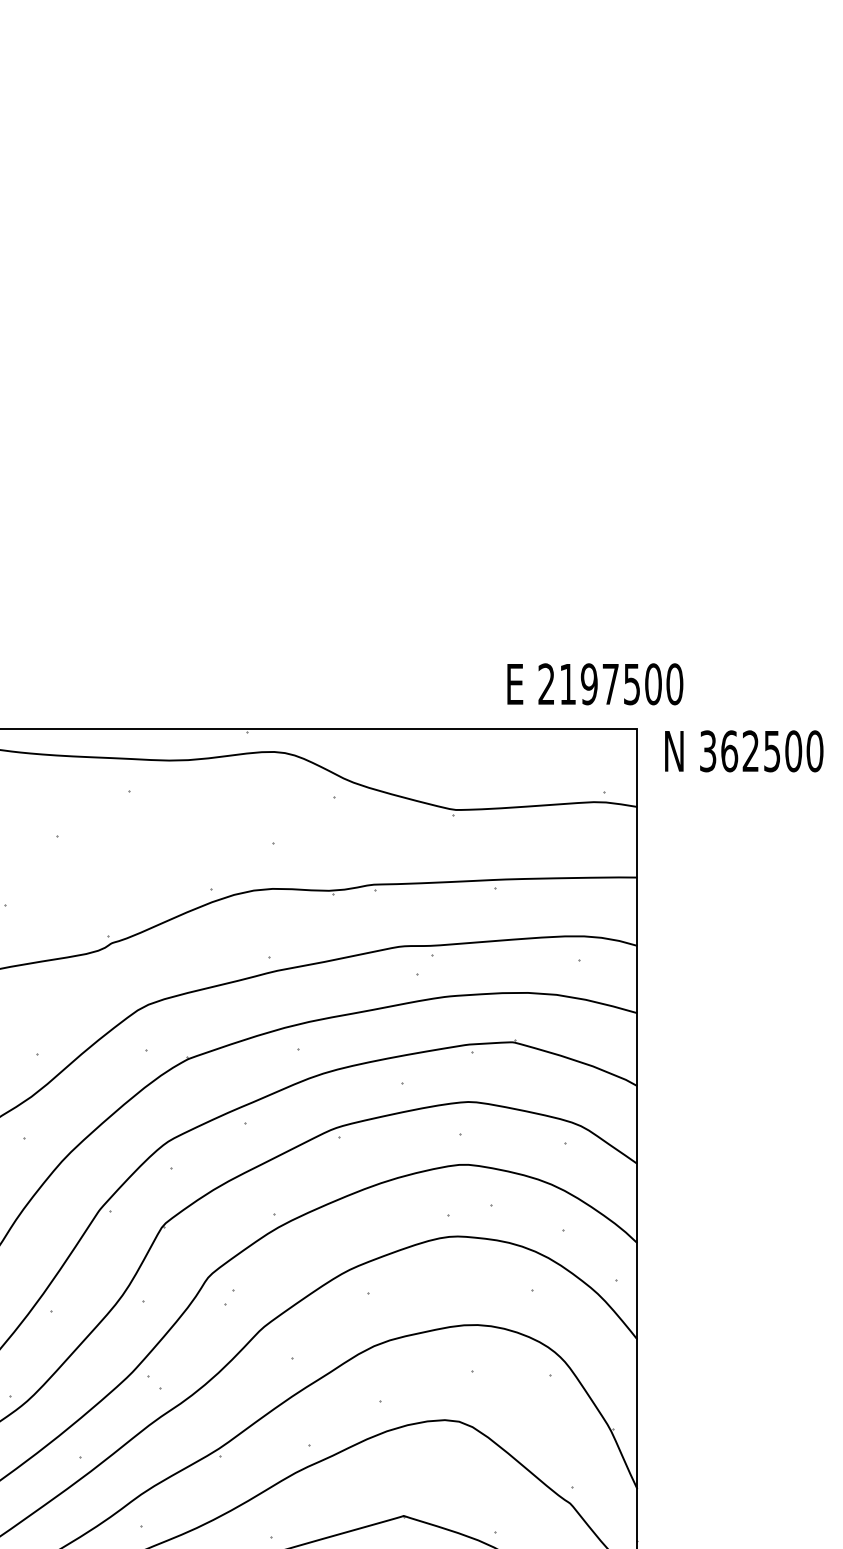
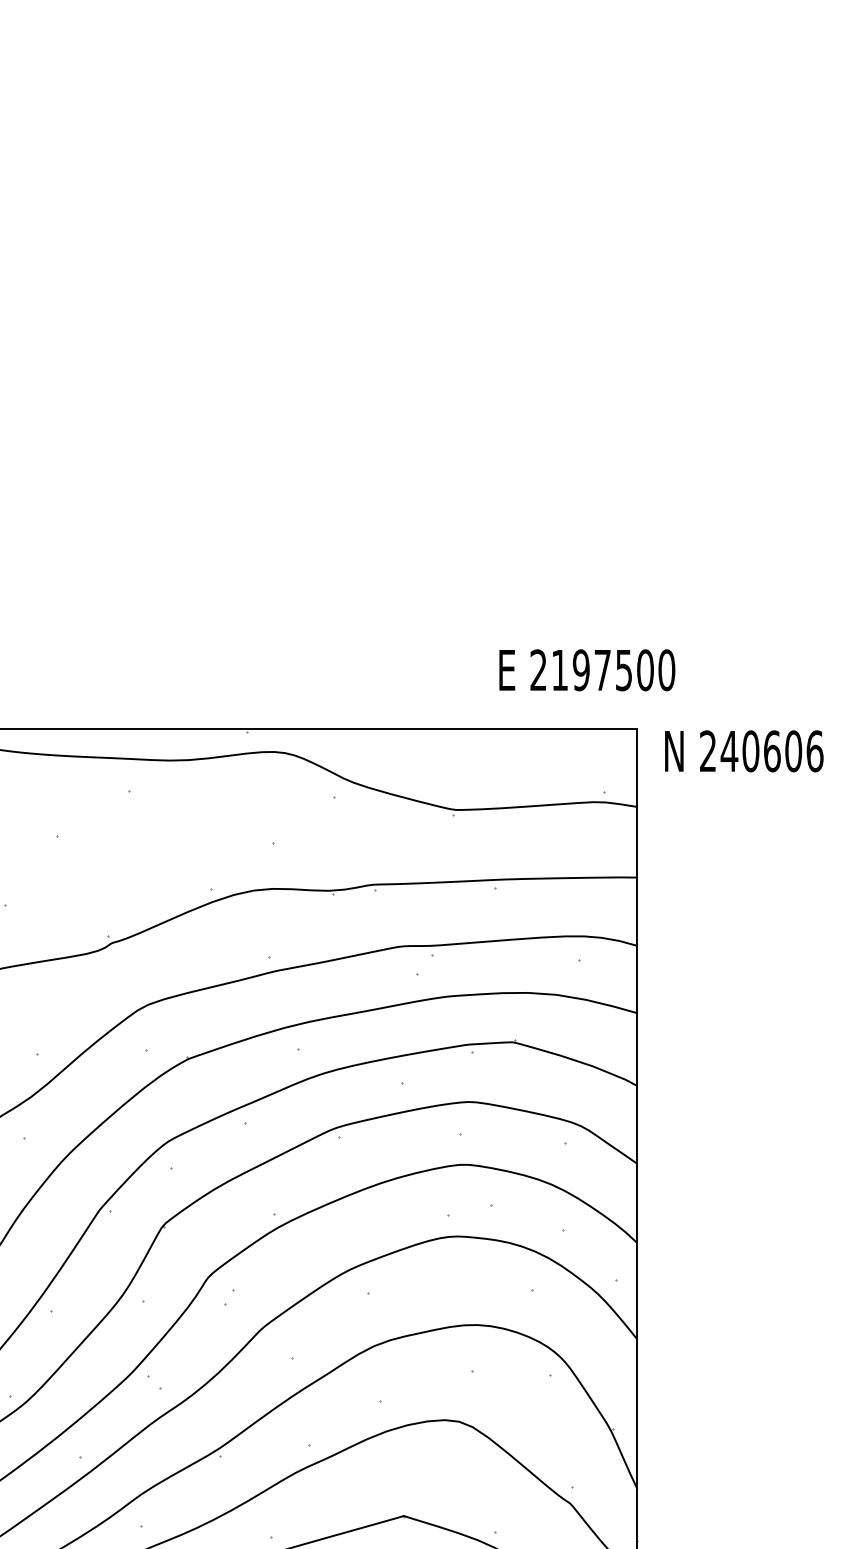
text at (595, 684) position: (595, 684) -> (587, 670)
text at (761, 751): 362500 -> 240606
